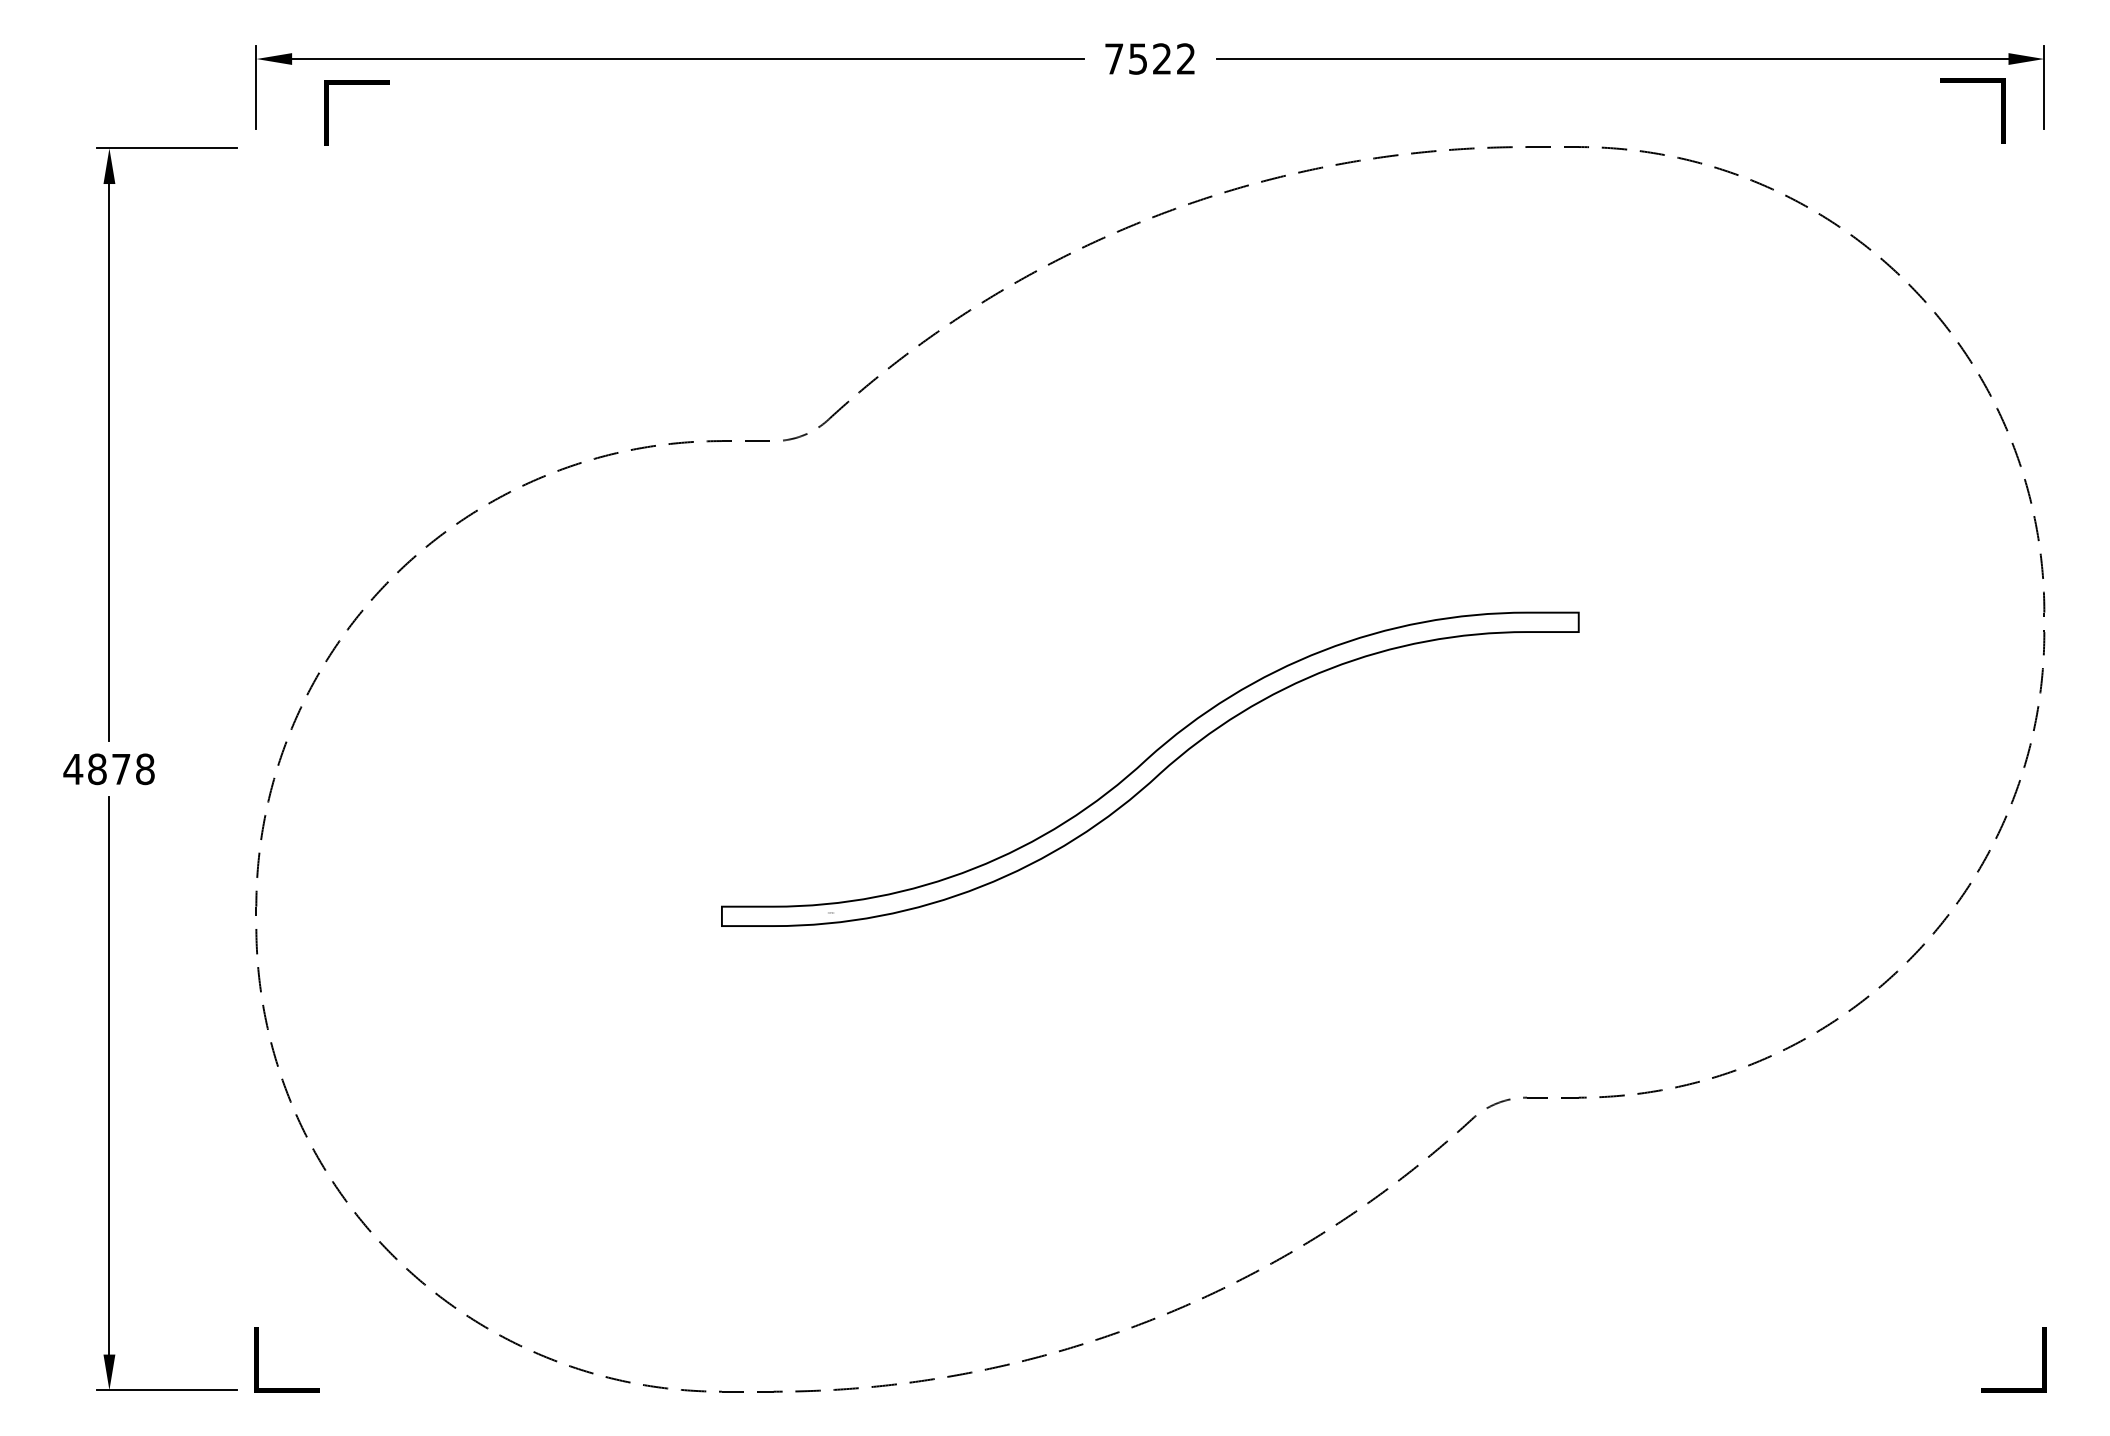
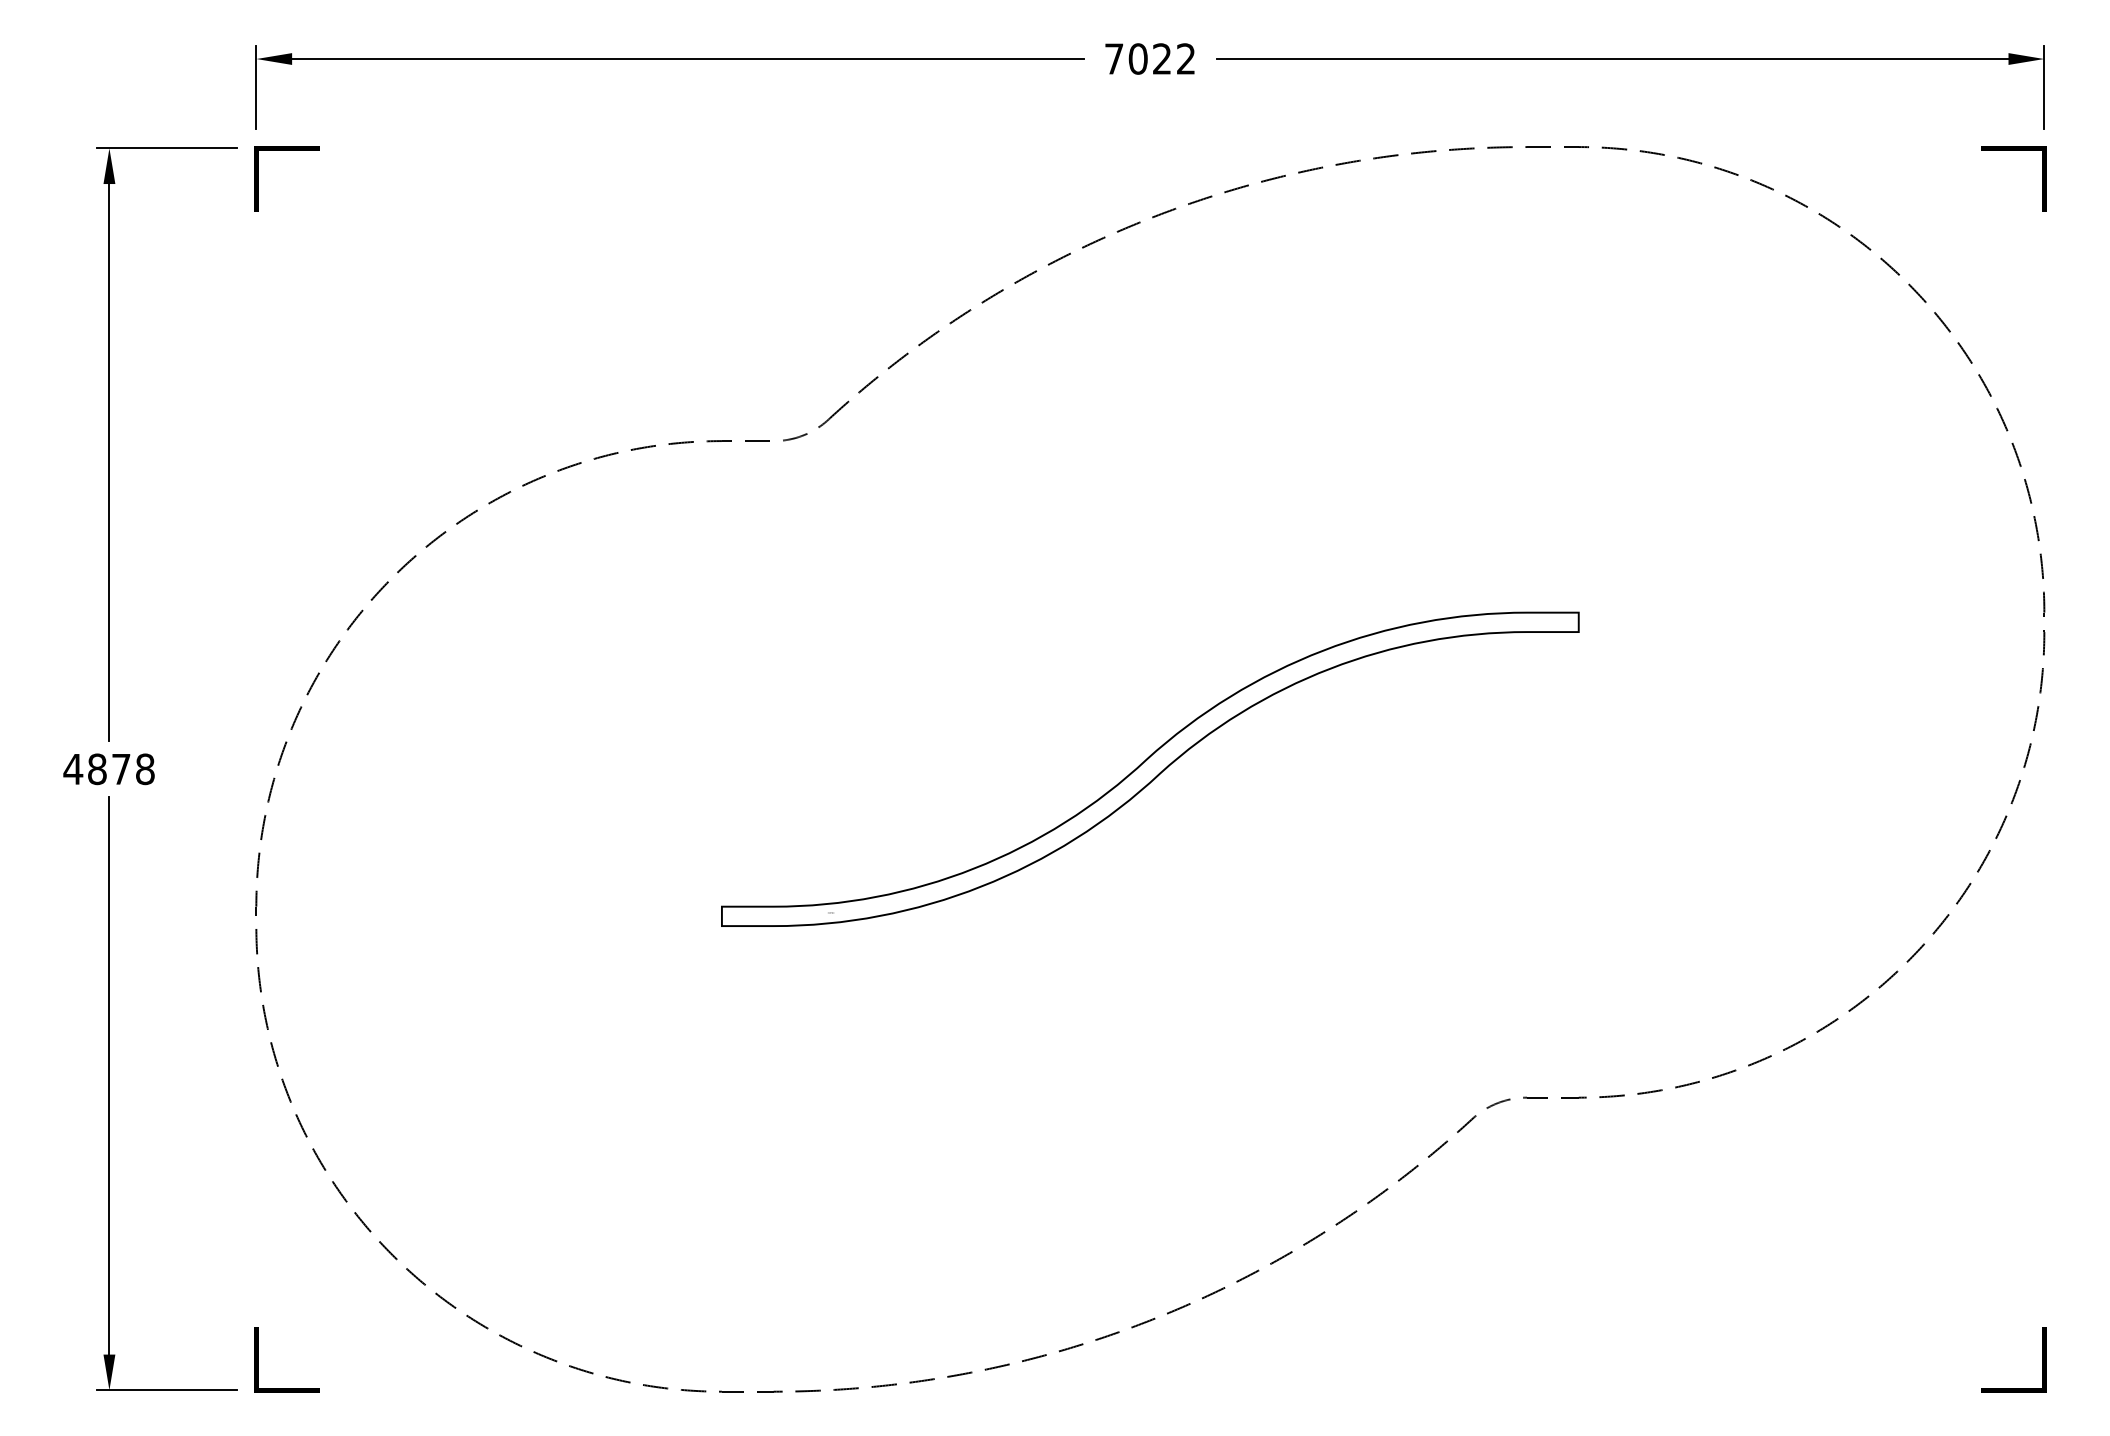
text at (1137, 58): 7522 -> 7022
part at (1972, 82) position: (1972, 82) -> (2013, 150)
part at (356, 84) position: (356, 84) -> (286, 150)
